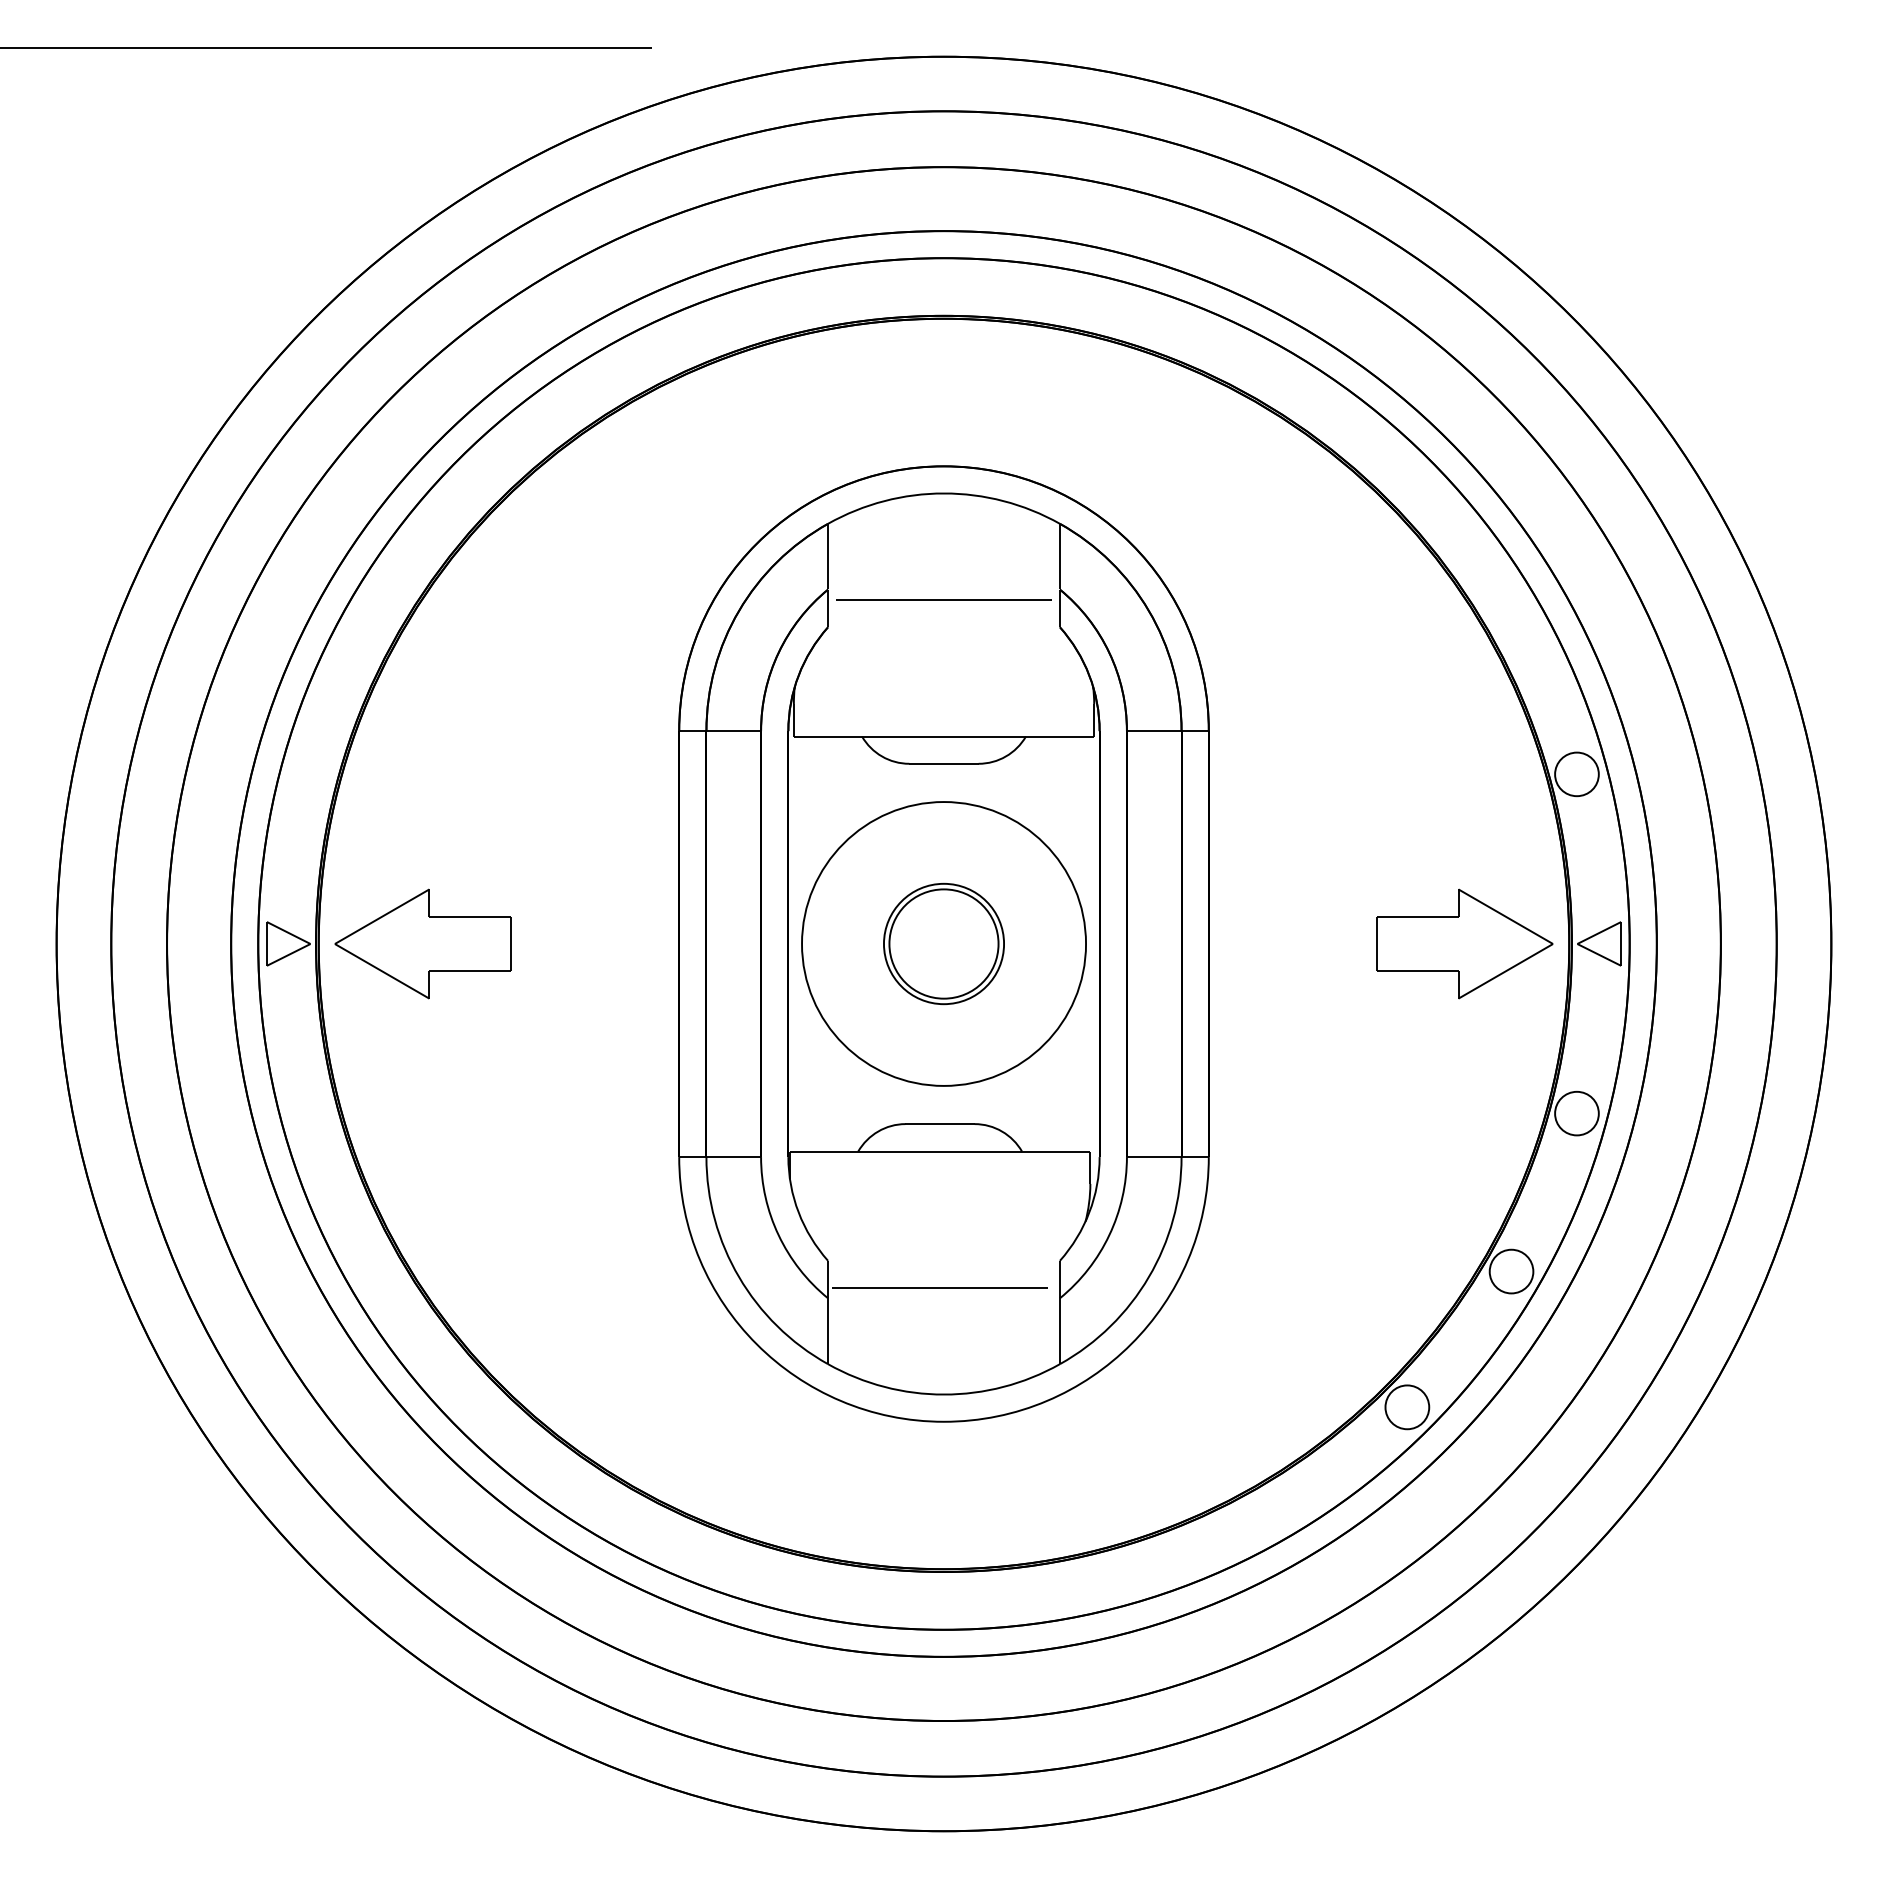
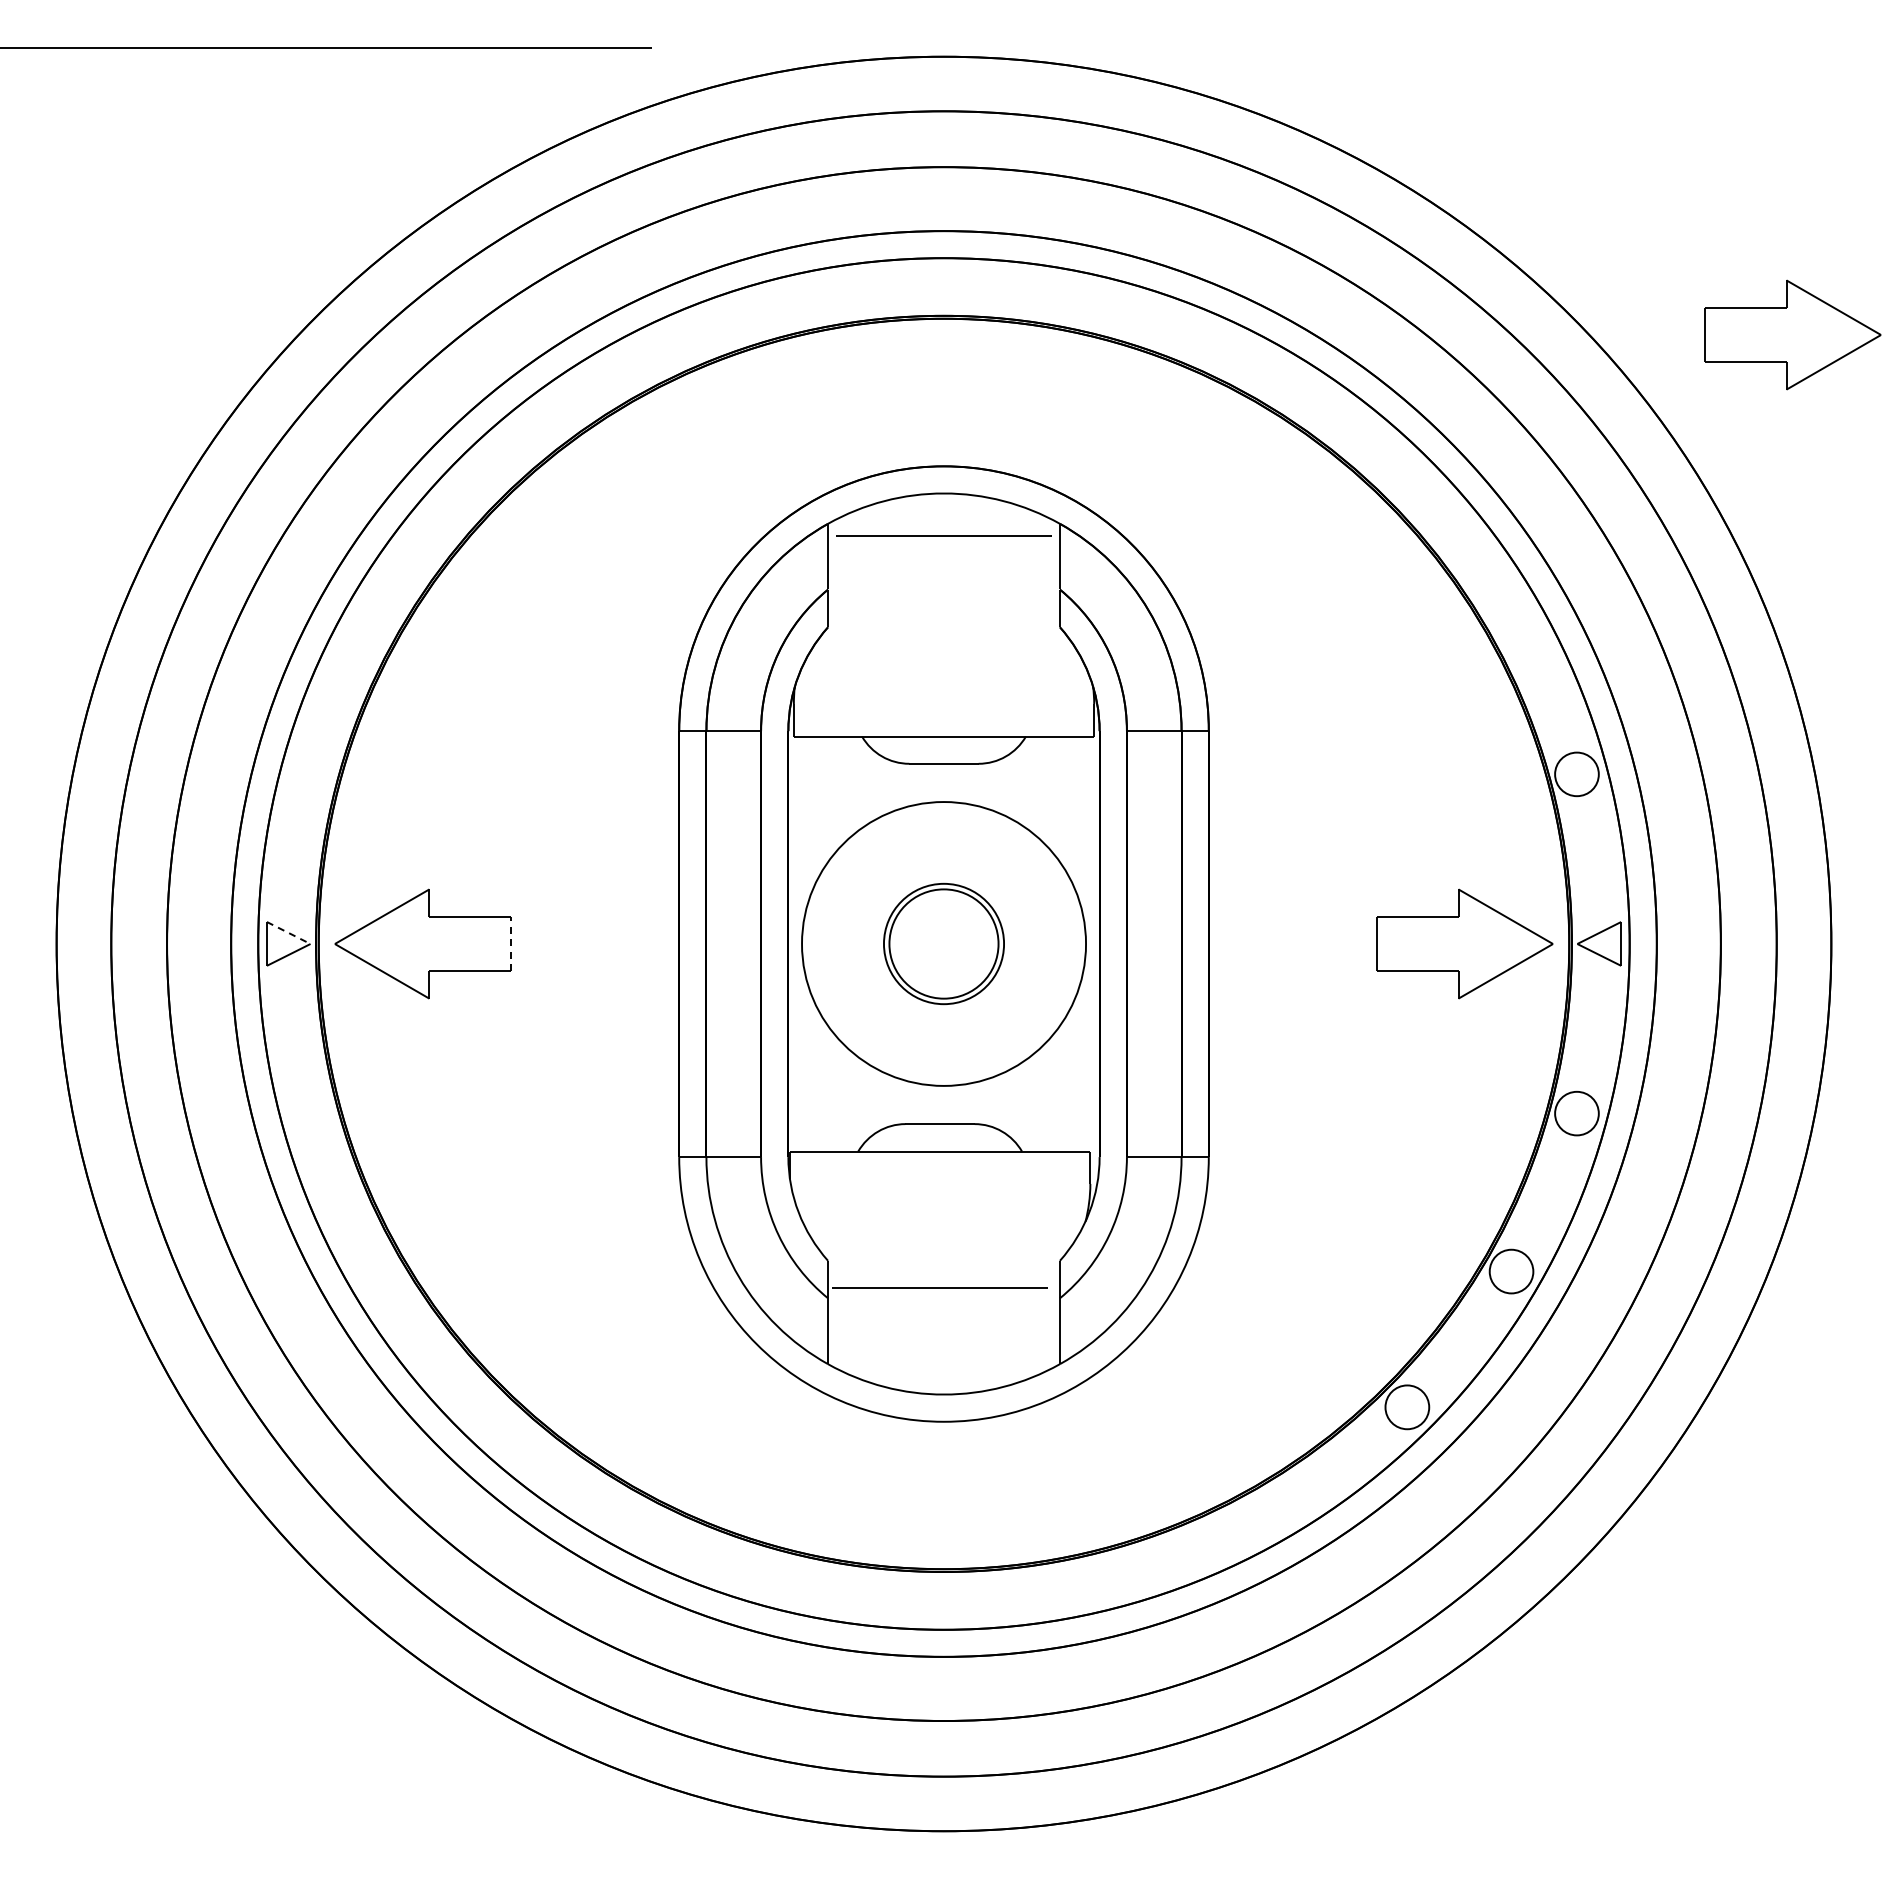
part at (1792, 334): none -> present
line at (943, 599) position: (943, 599) -> (943, 535)
line at (289, 933): solid -> dashed
line at (511, 943): solid -> dashed
